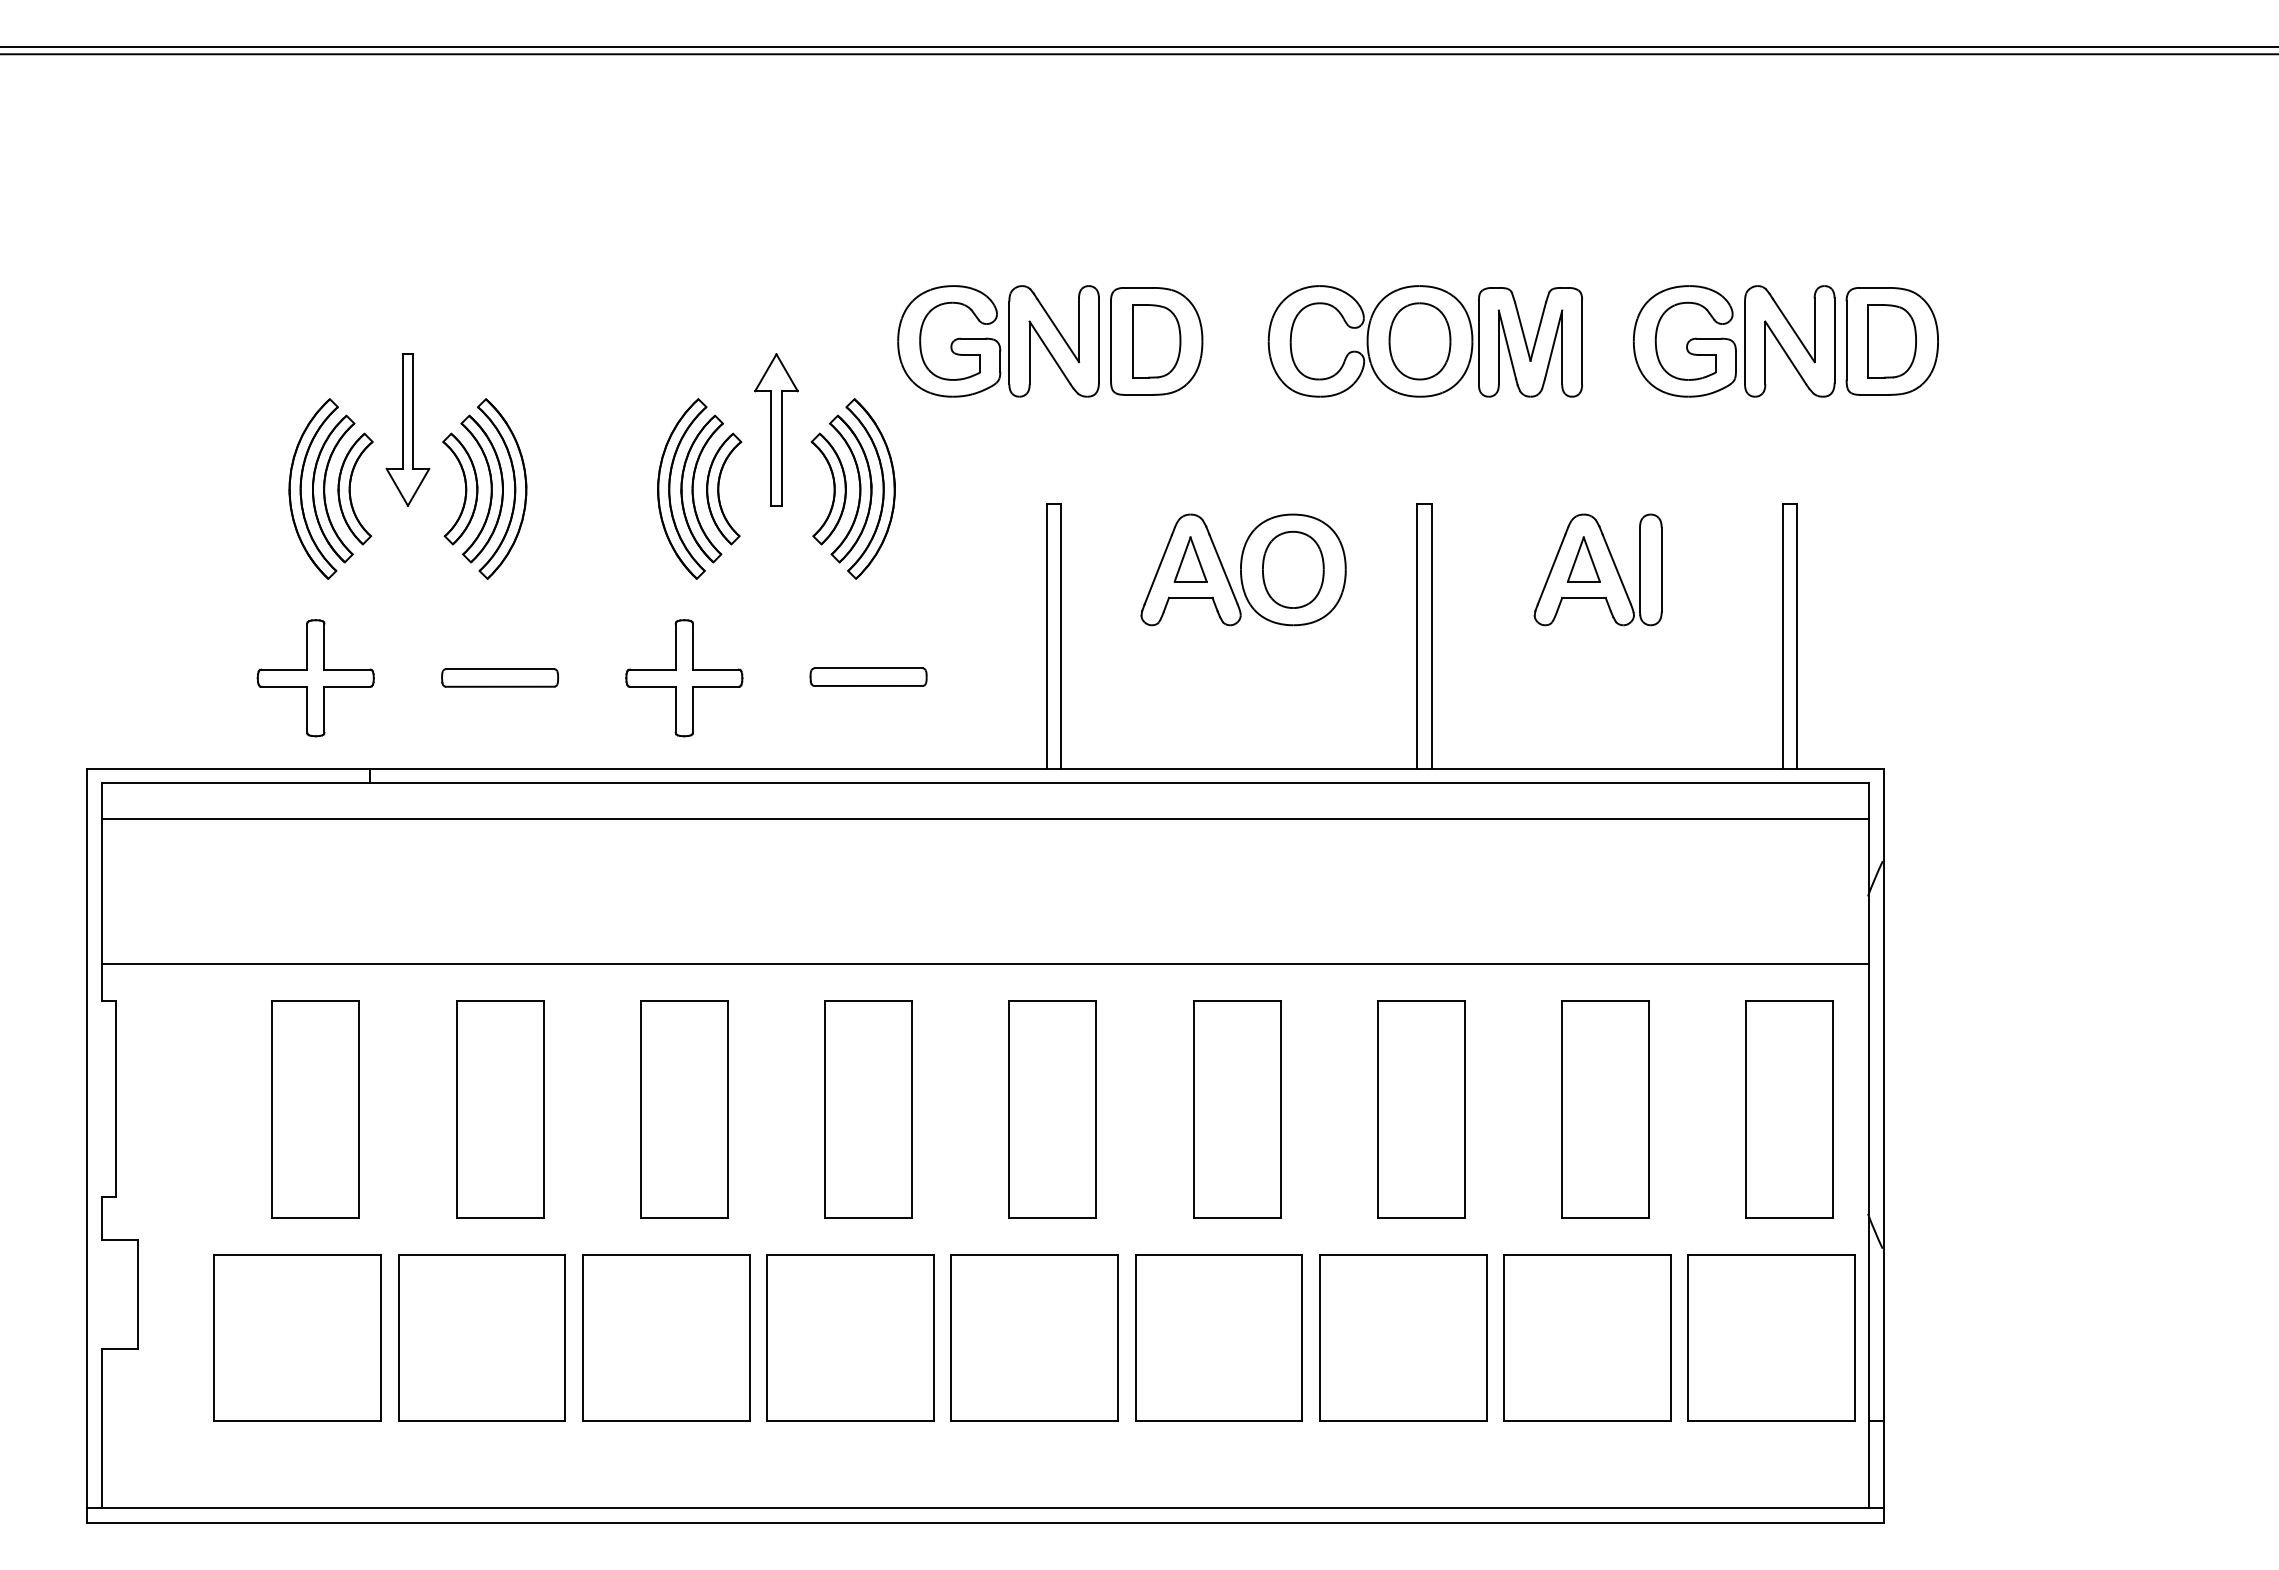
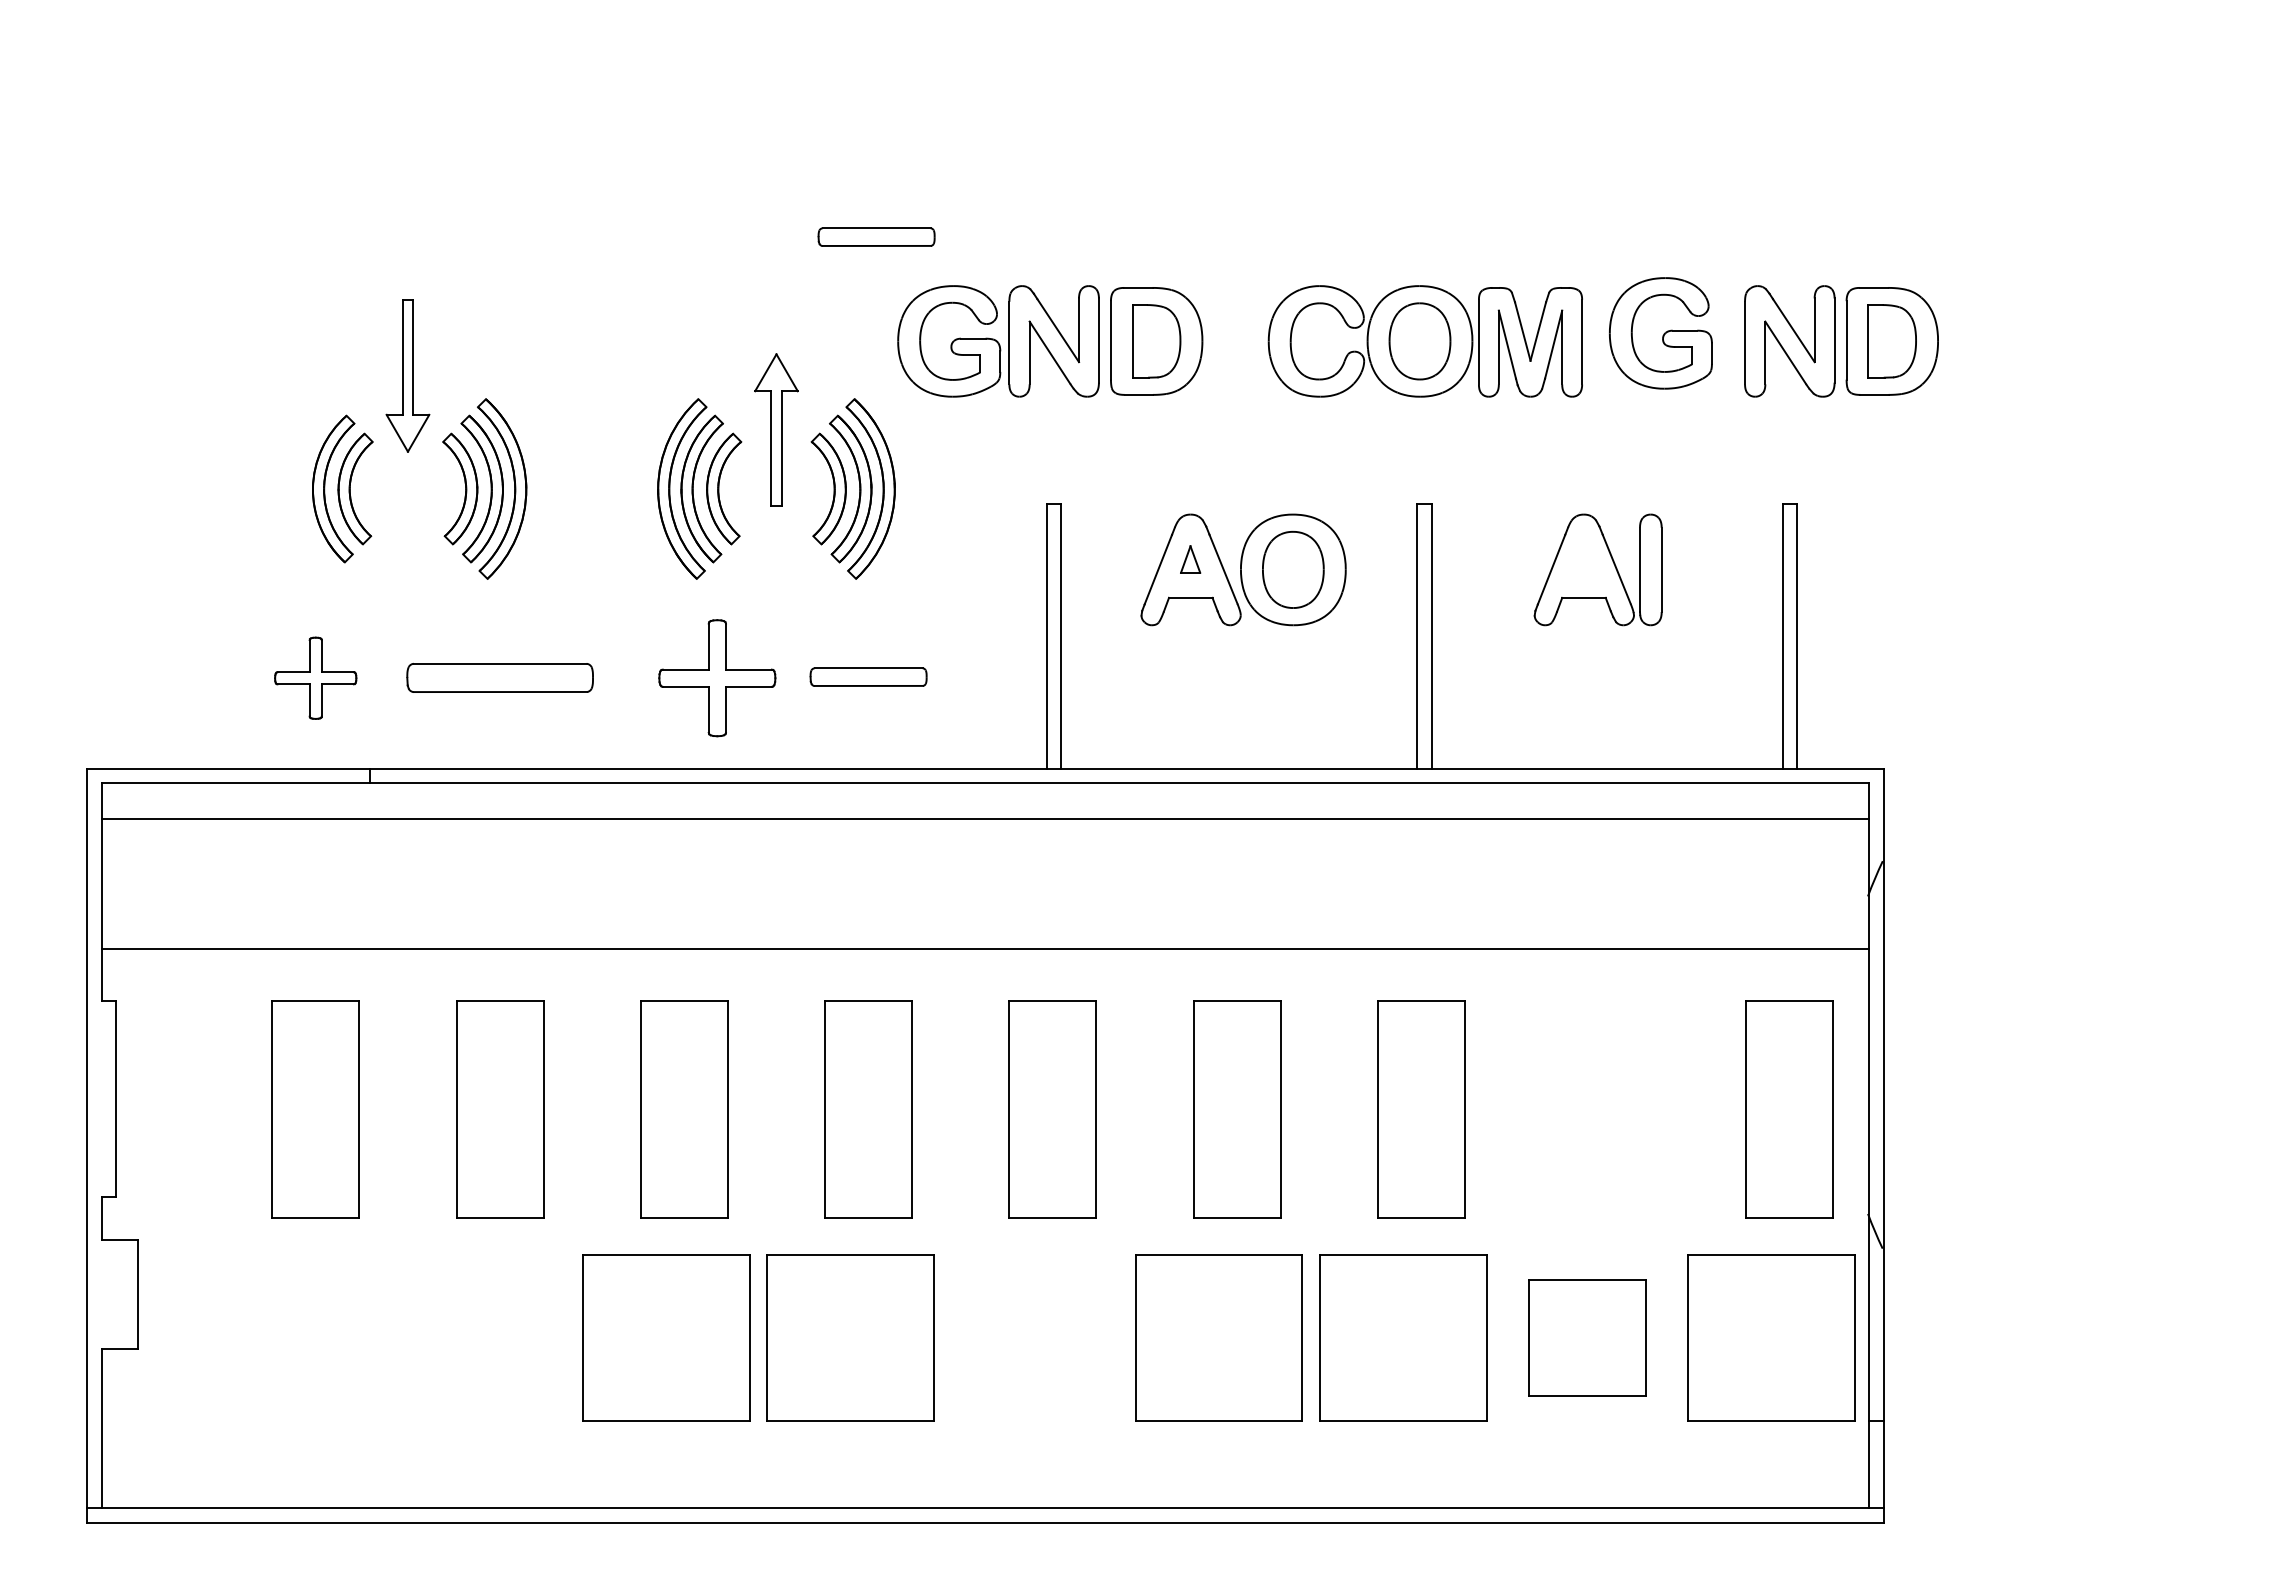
line at (1138, 47): present -> none
line at (1138, 54): present -> none
part at (876, 236): none -> present
part at (1684, 341) position: (1684, 341) -> (1660, 333)
part at (407, 429) position: (407, 429) -> (407, 375)
part at (301, 488): present -> none
part at (1190, 559) size: 35x47 px -> 22x29 px
part at (1583, 559): present -> none
part at (499, 677) size: 118x20 px -> 188x30 px
part at (315, 678) size: 119x119 px -> 84x84 px
part at (684, 678) position: (684, 678) -> (717, 678)
line at (985, 964) position: (985, 964) -> (985, 949)
part at (1605, 1109): present -> none
part at (297, 1337): present -> none
part at (481, 1337): present -> none
part at (1034, 1337): present -> none
part at (1587, 1337) size: 169x168 px -> 119x118 px
